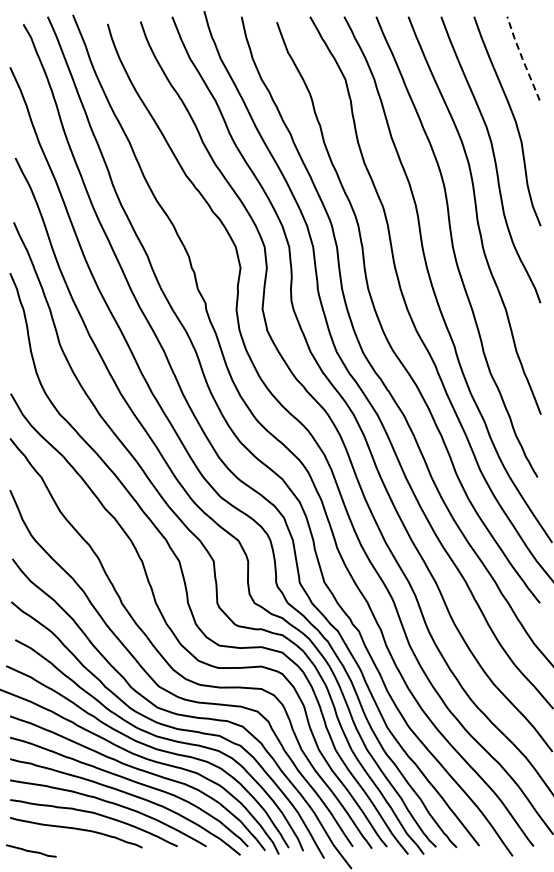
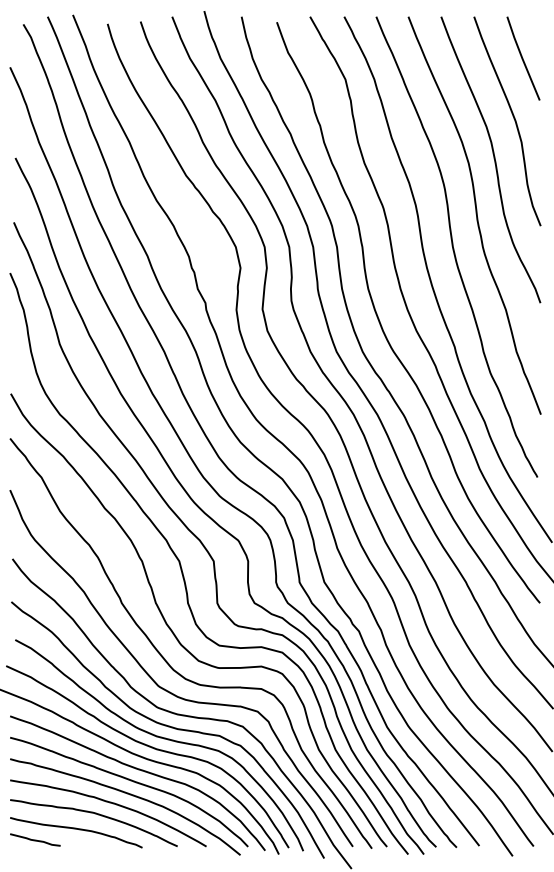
line at (522, 58): dashed -> solid
line at (31, 850) position: (31, 850) -> (35, 839)
